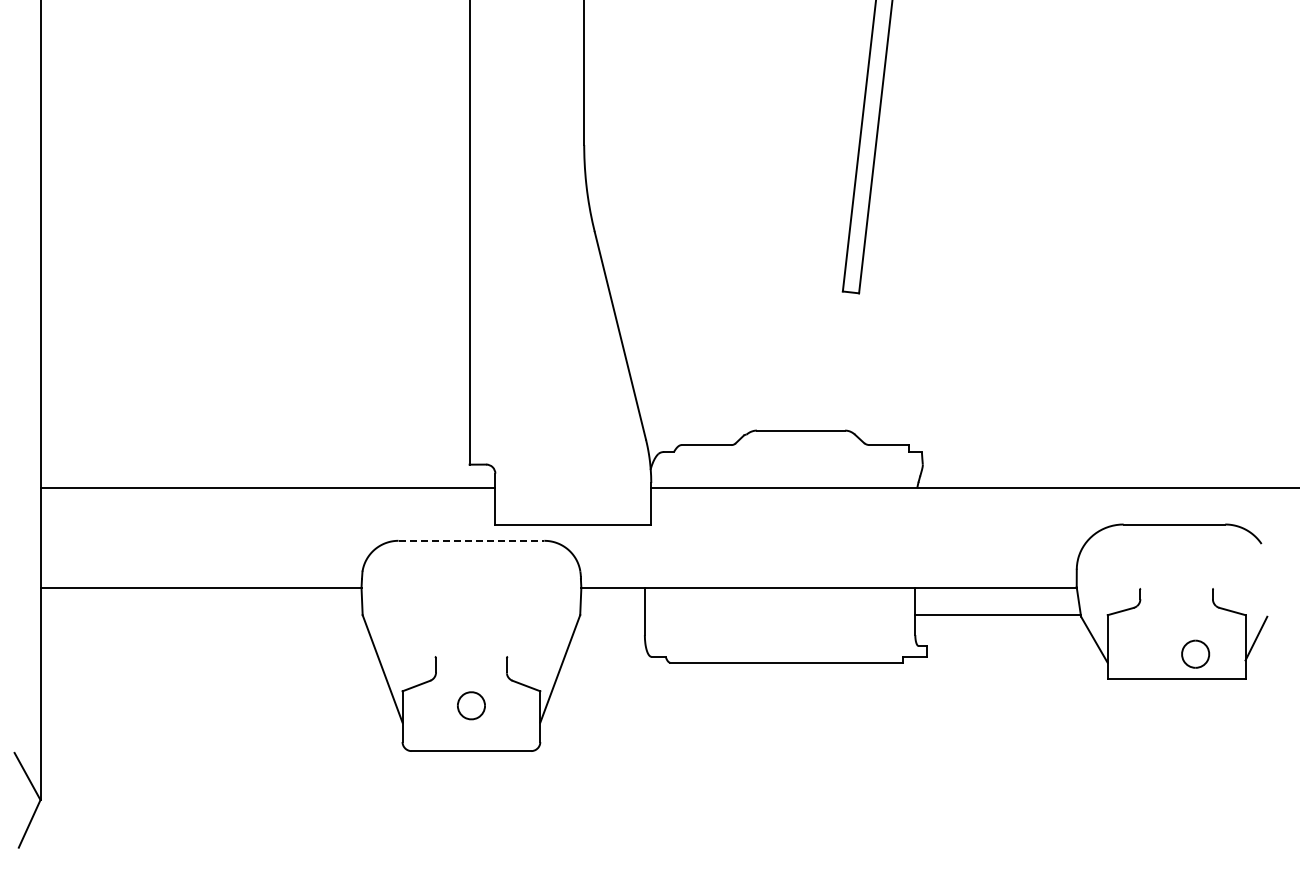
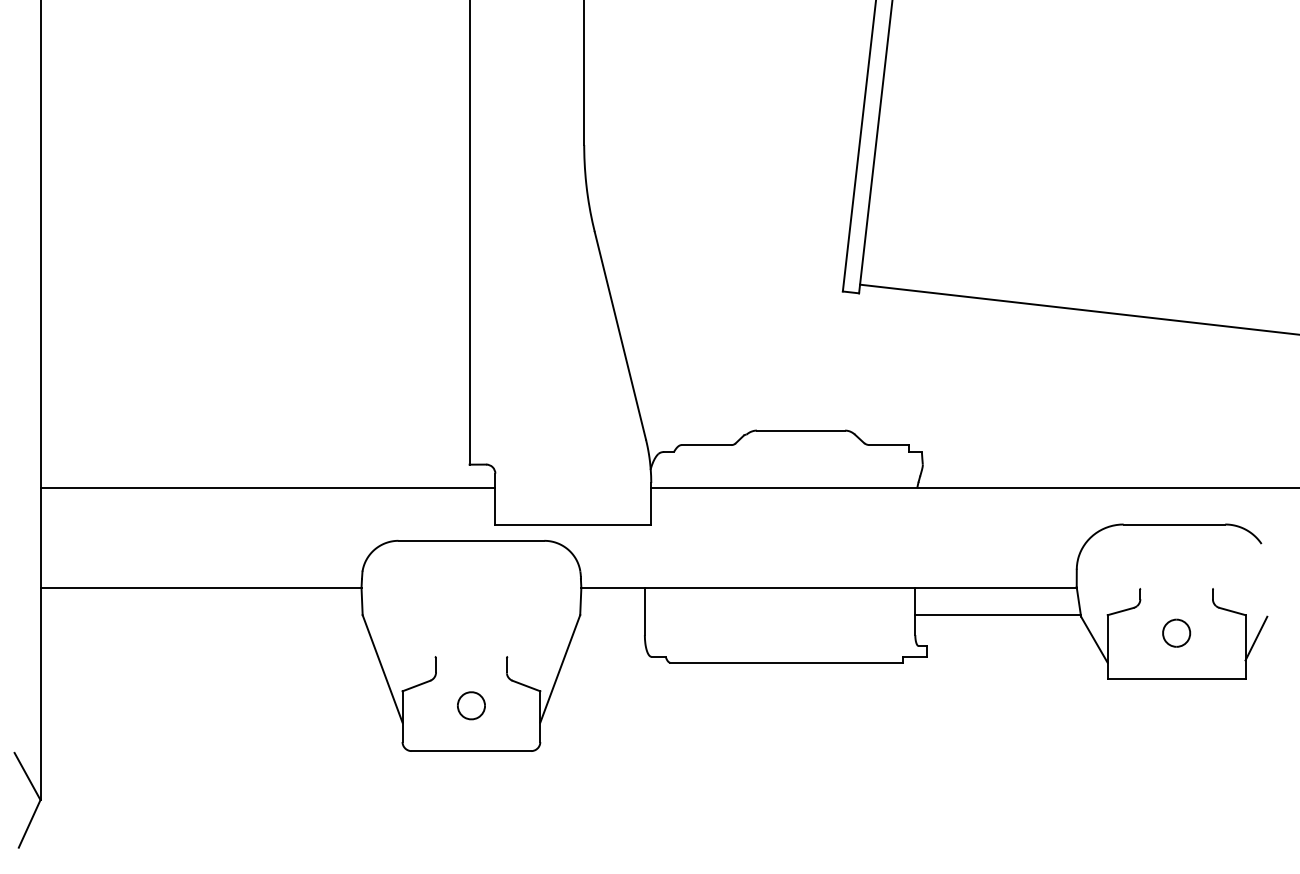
line at (1078, 309): none -> present
line at (471, 540): dashed -> solid
part at (1195, 653) position: (1195, 653) -> (1176, 632)
